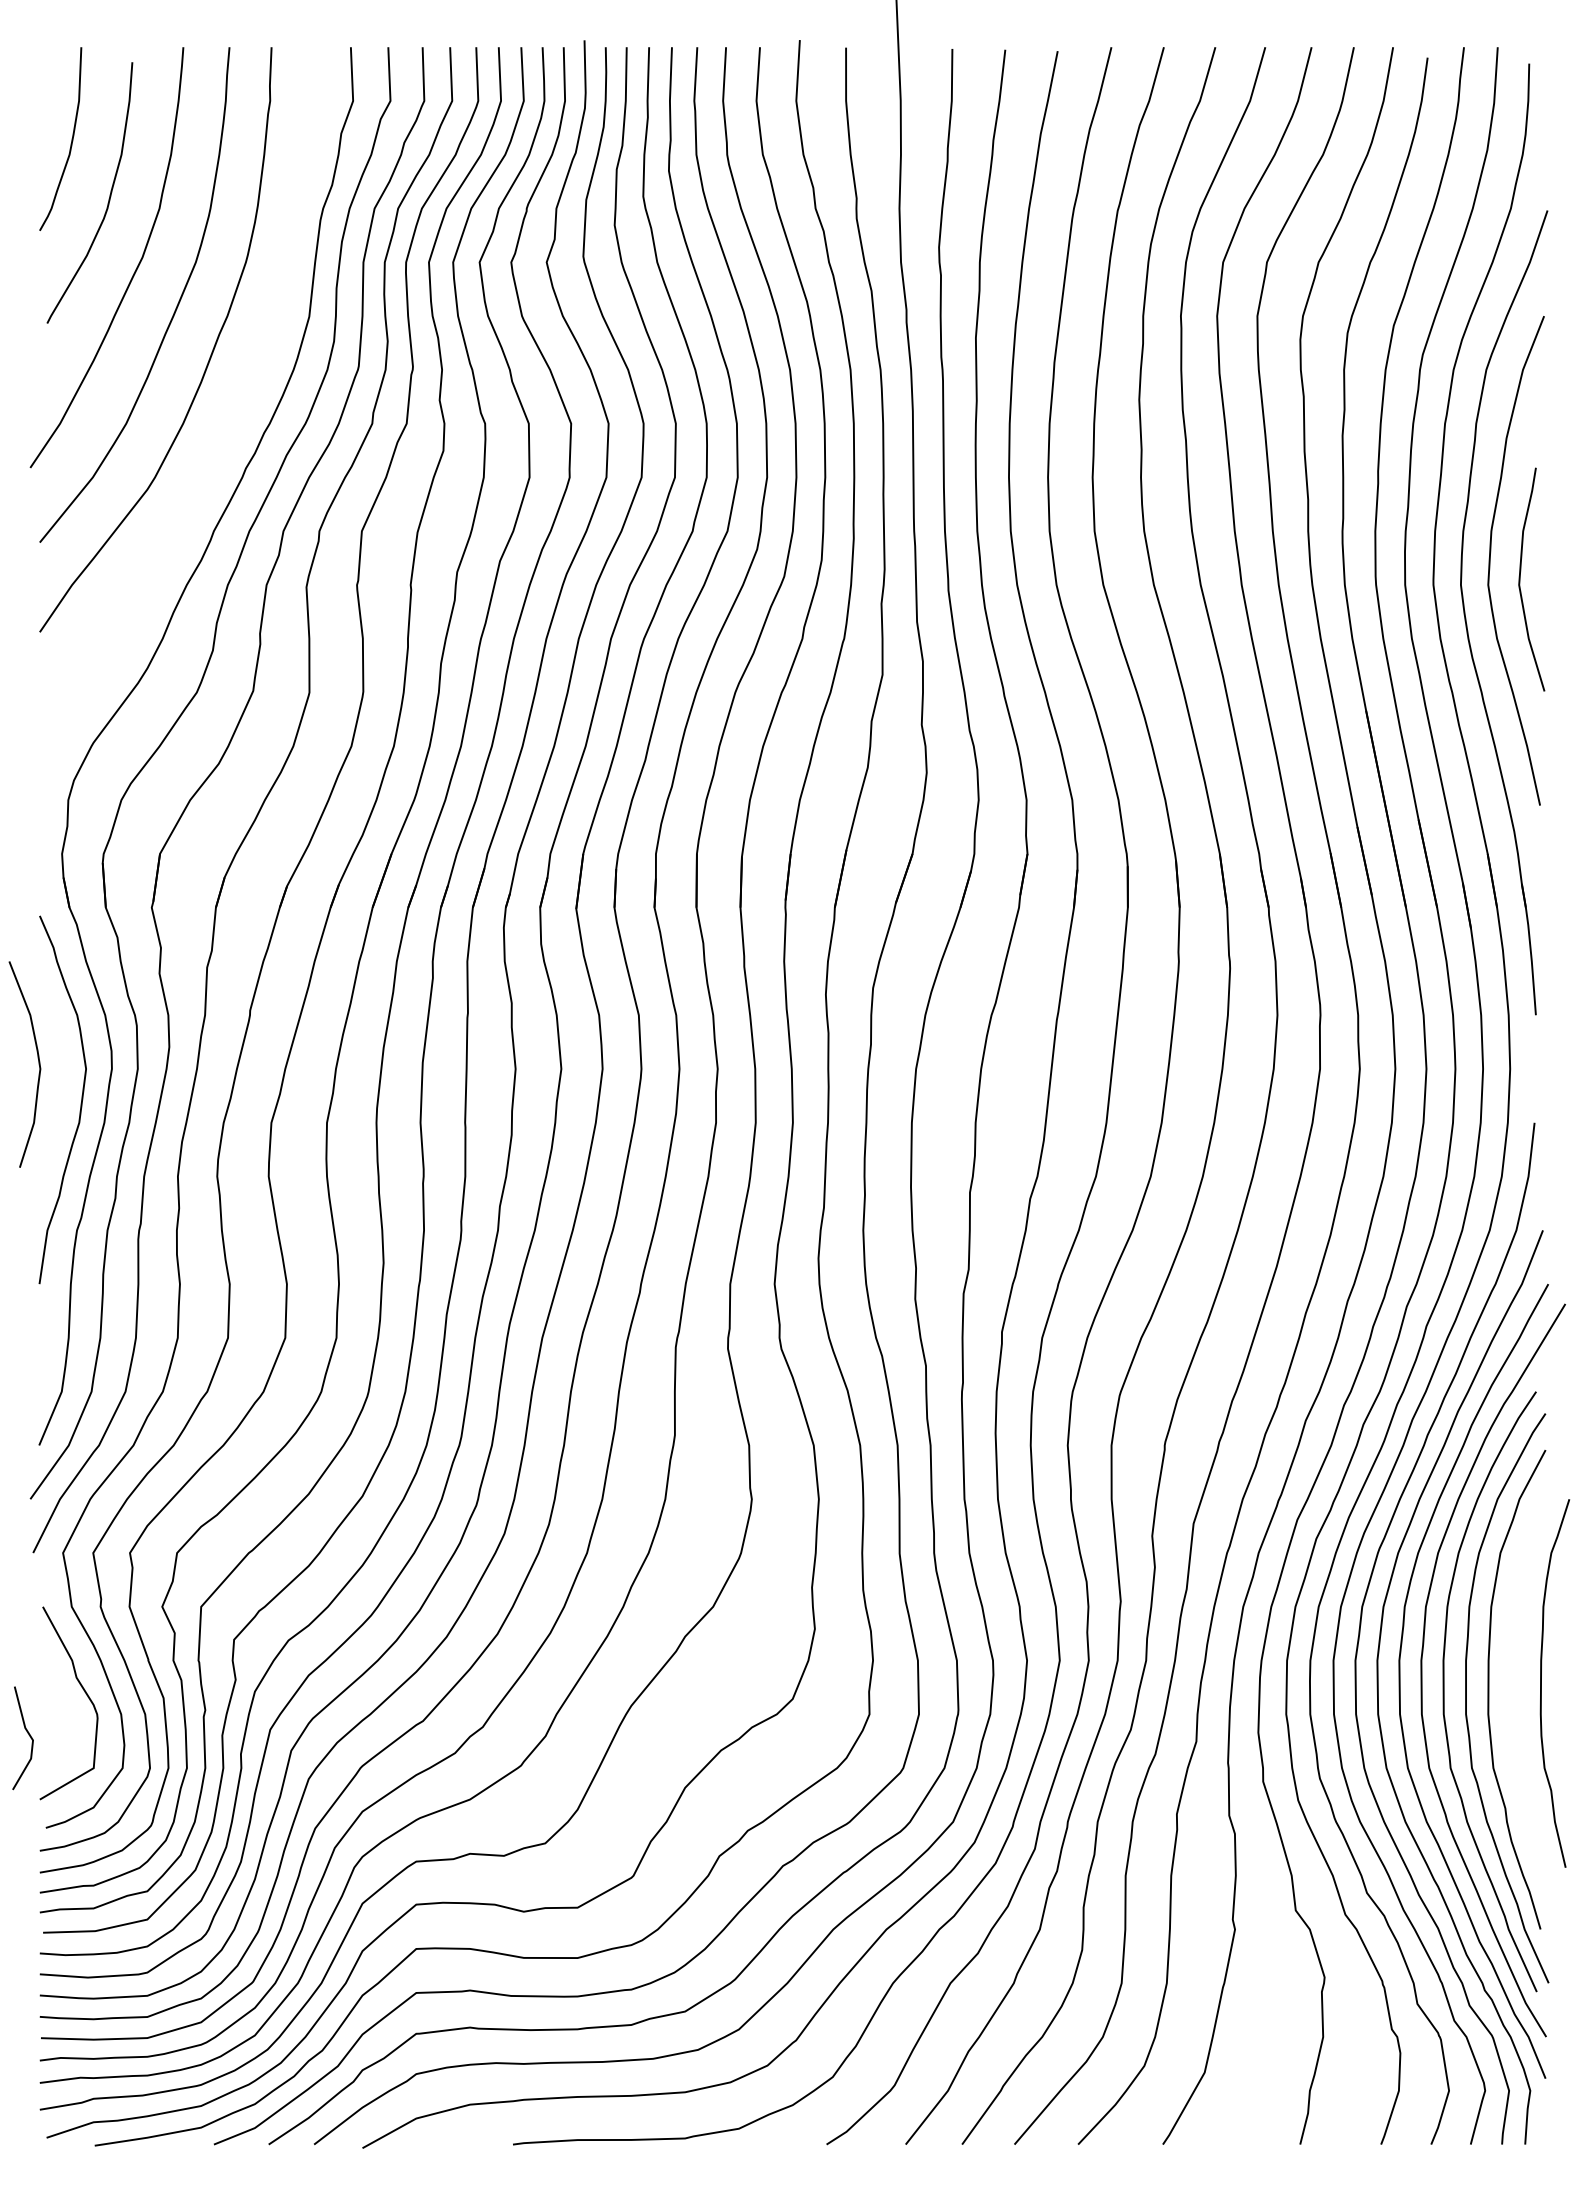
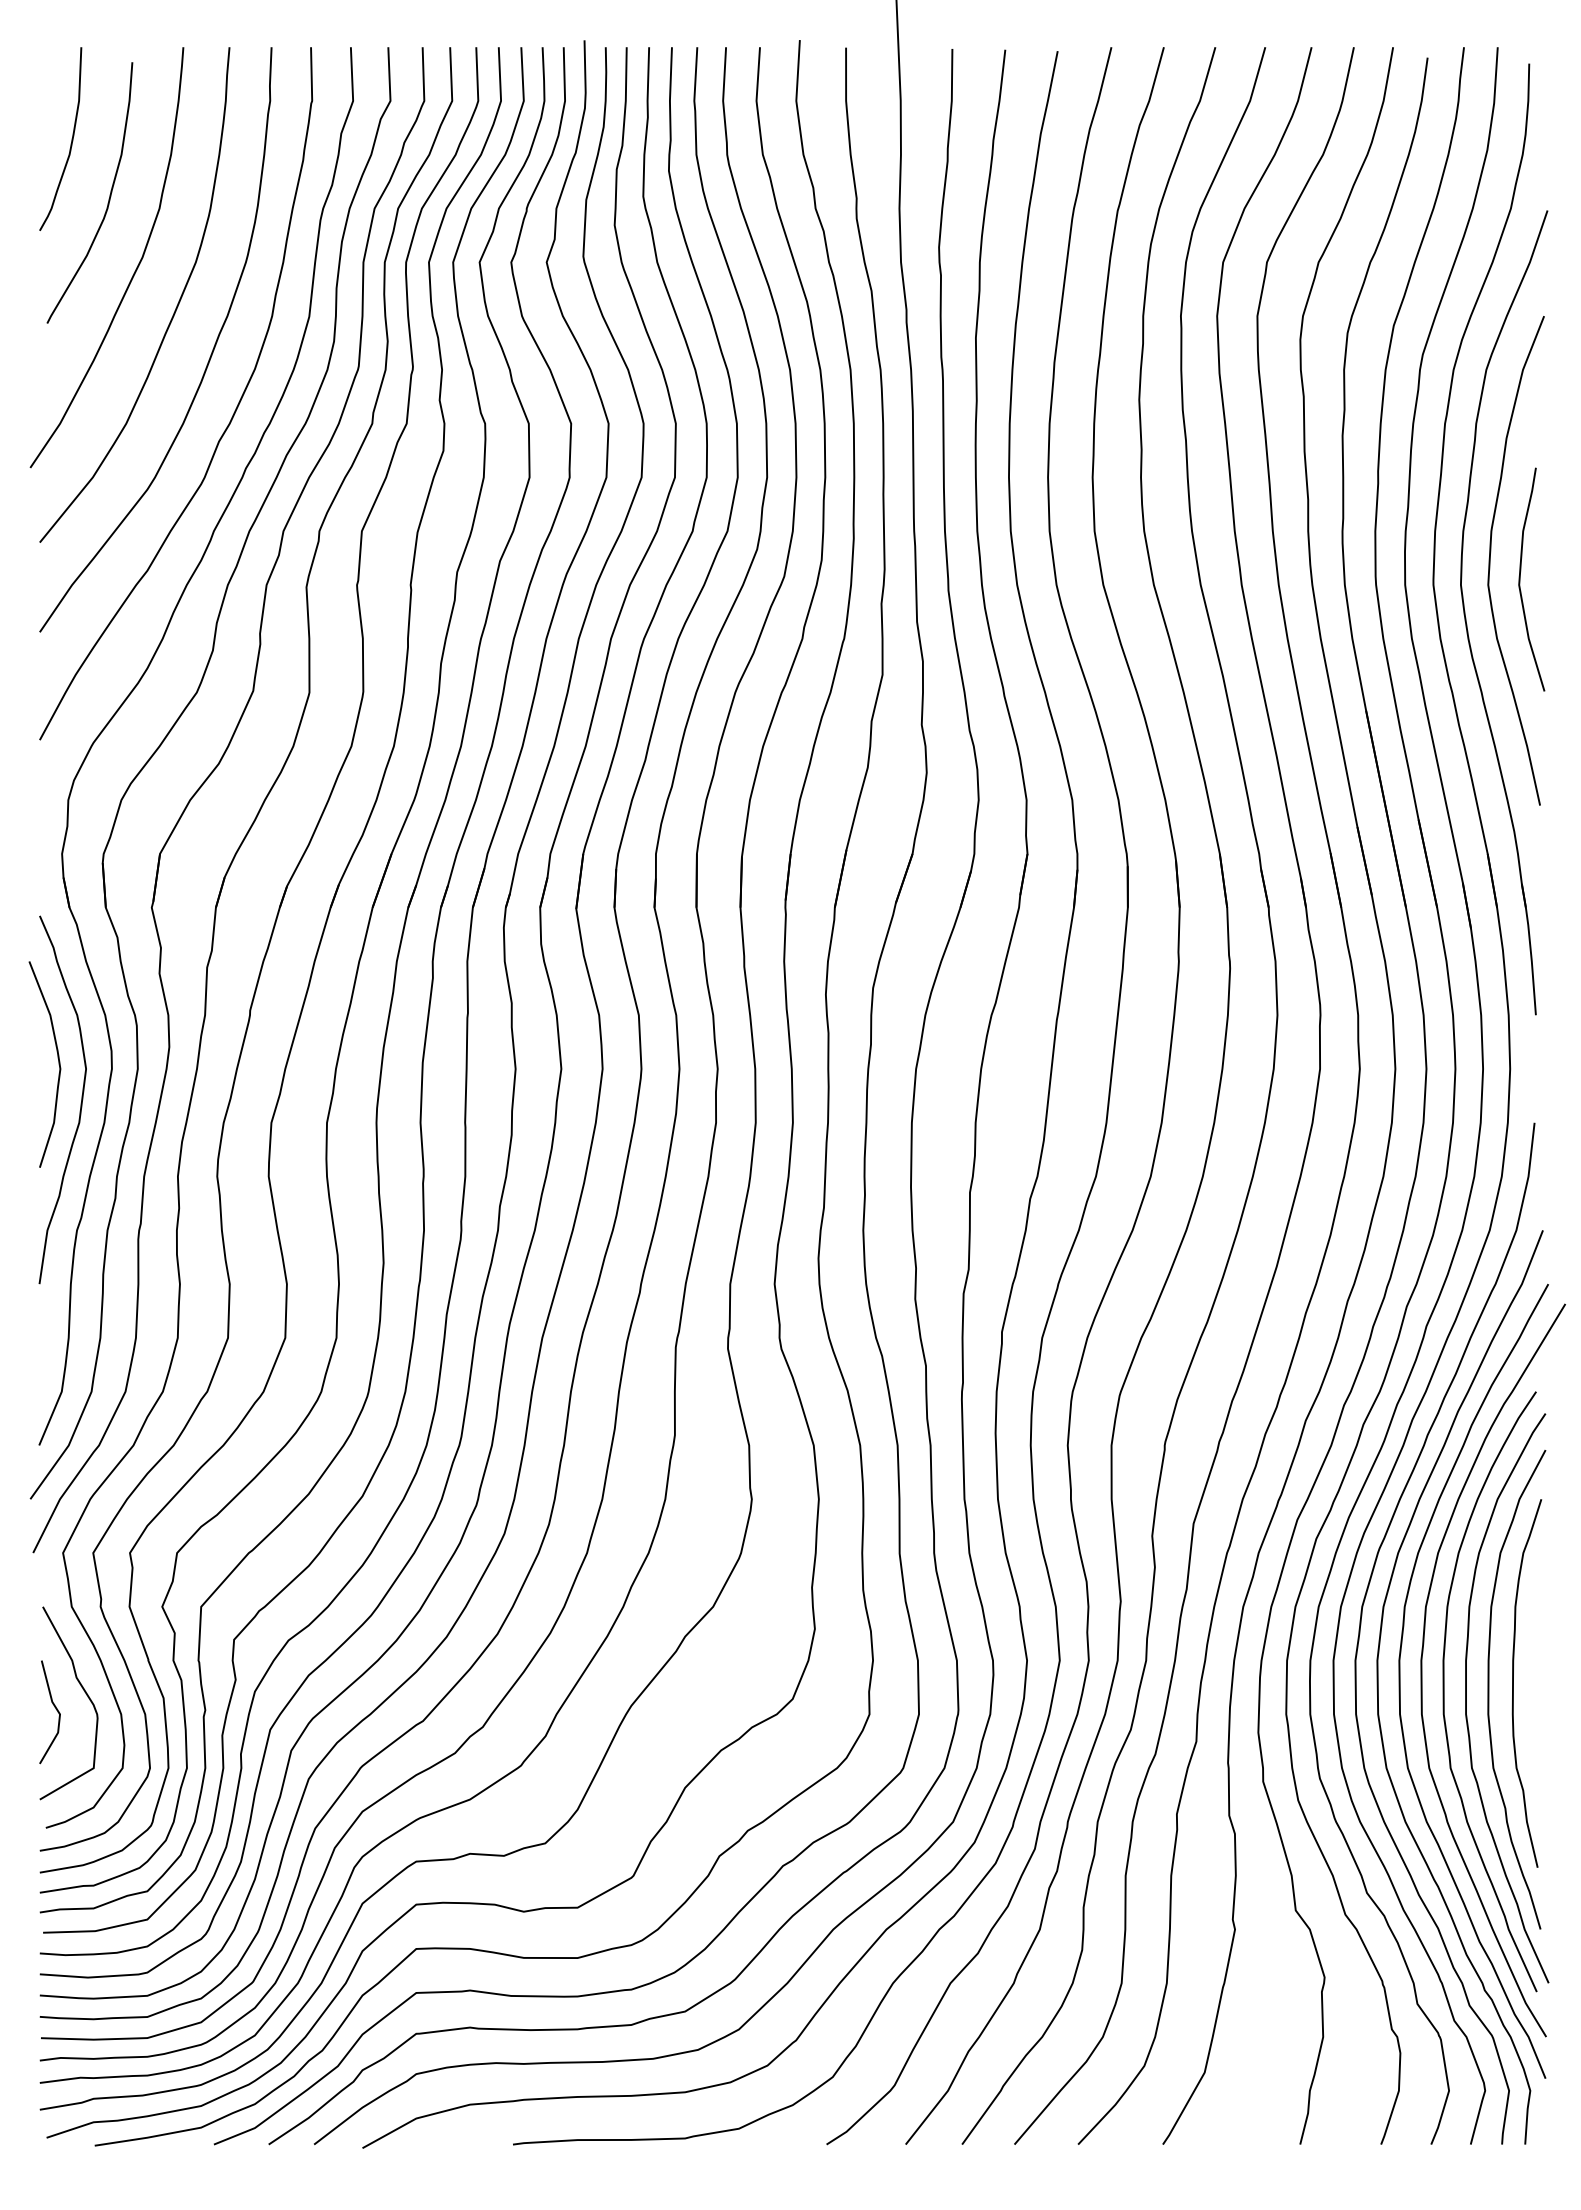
curve at (230, 419): none -> present
curve at (38, 1064) position: (38, 1064) -> (58, 1064)
curve at (1541, 1683) position: (1541, 1683) -> (1513, 1683)
line at (28, 1735) position: (28, 1735) -> (55, 1709)
